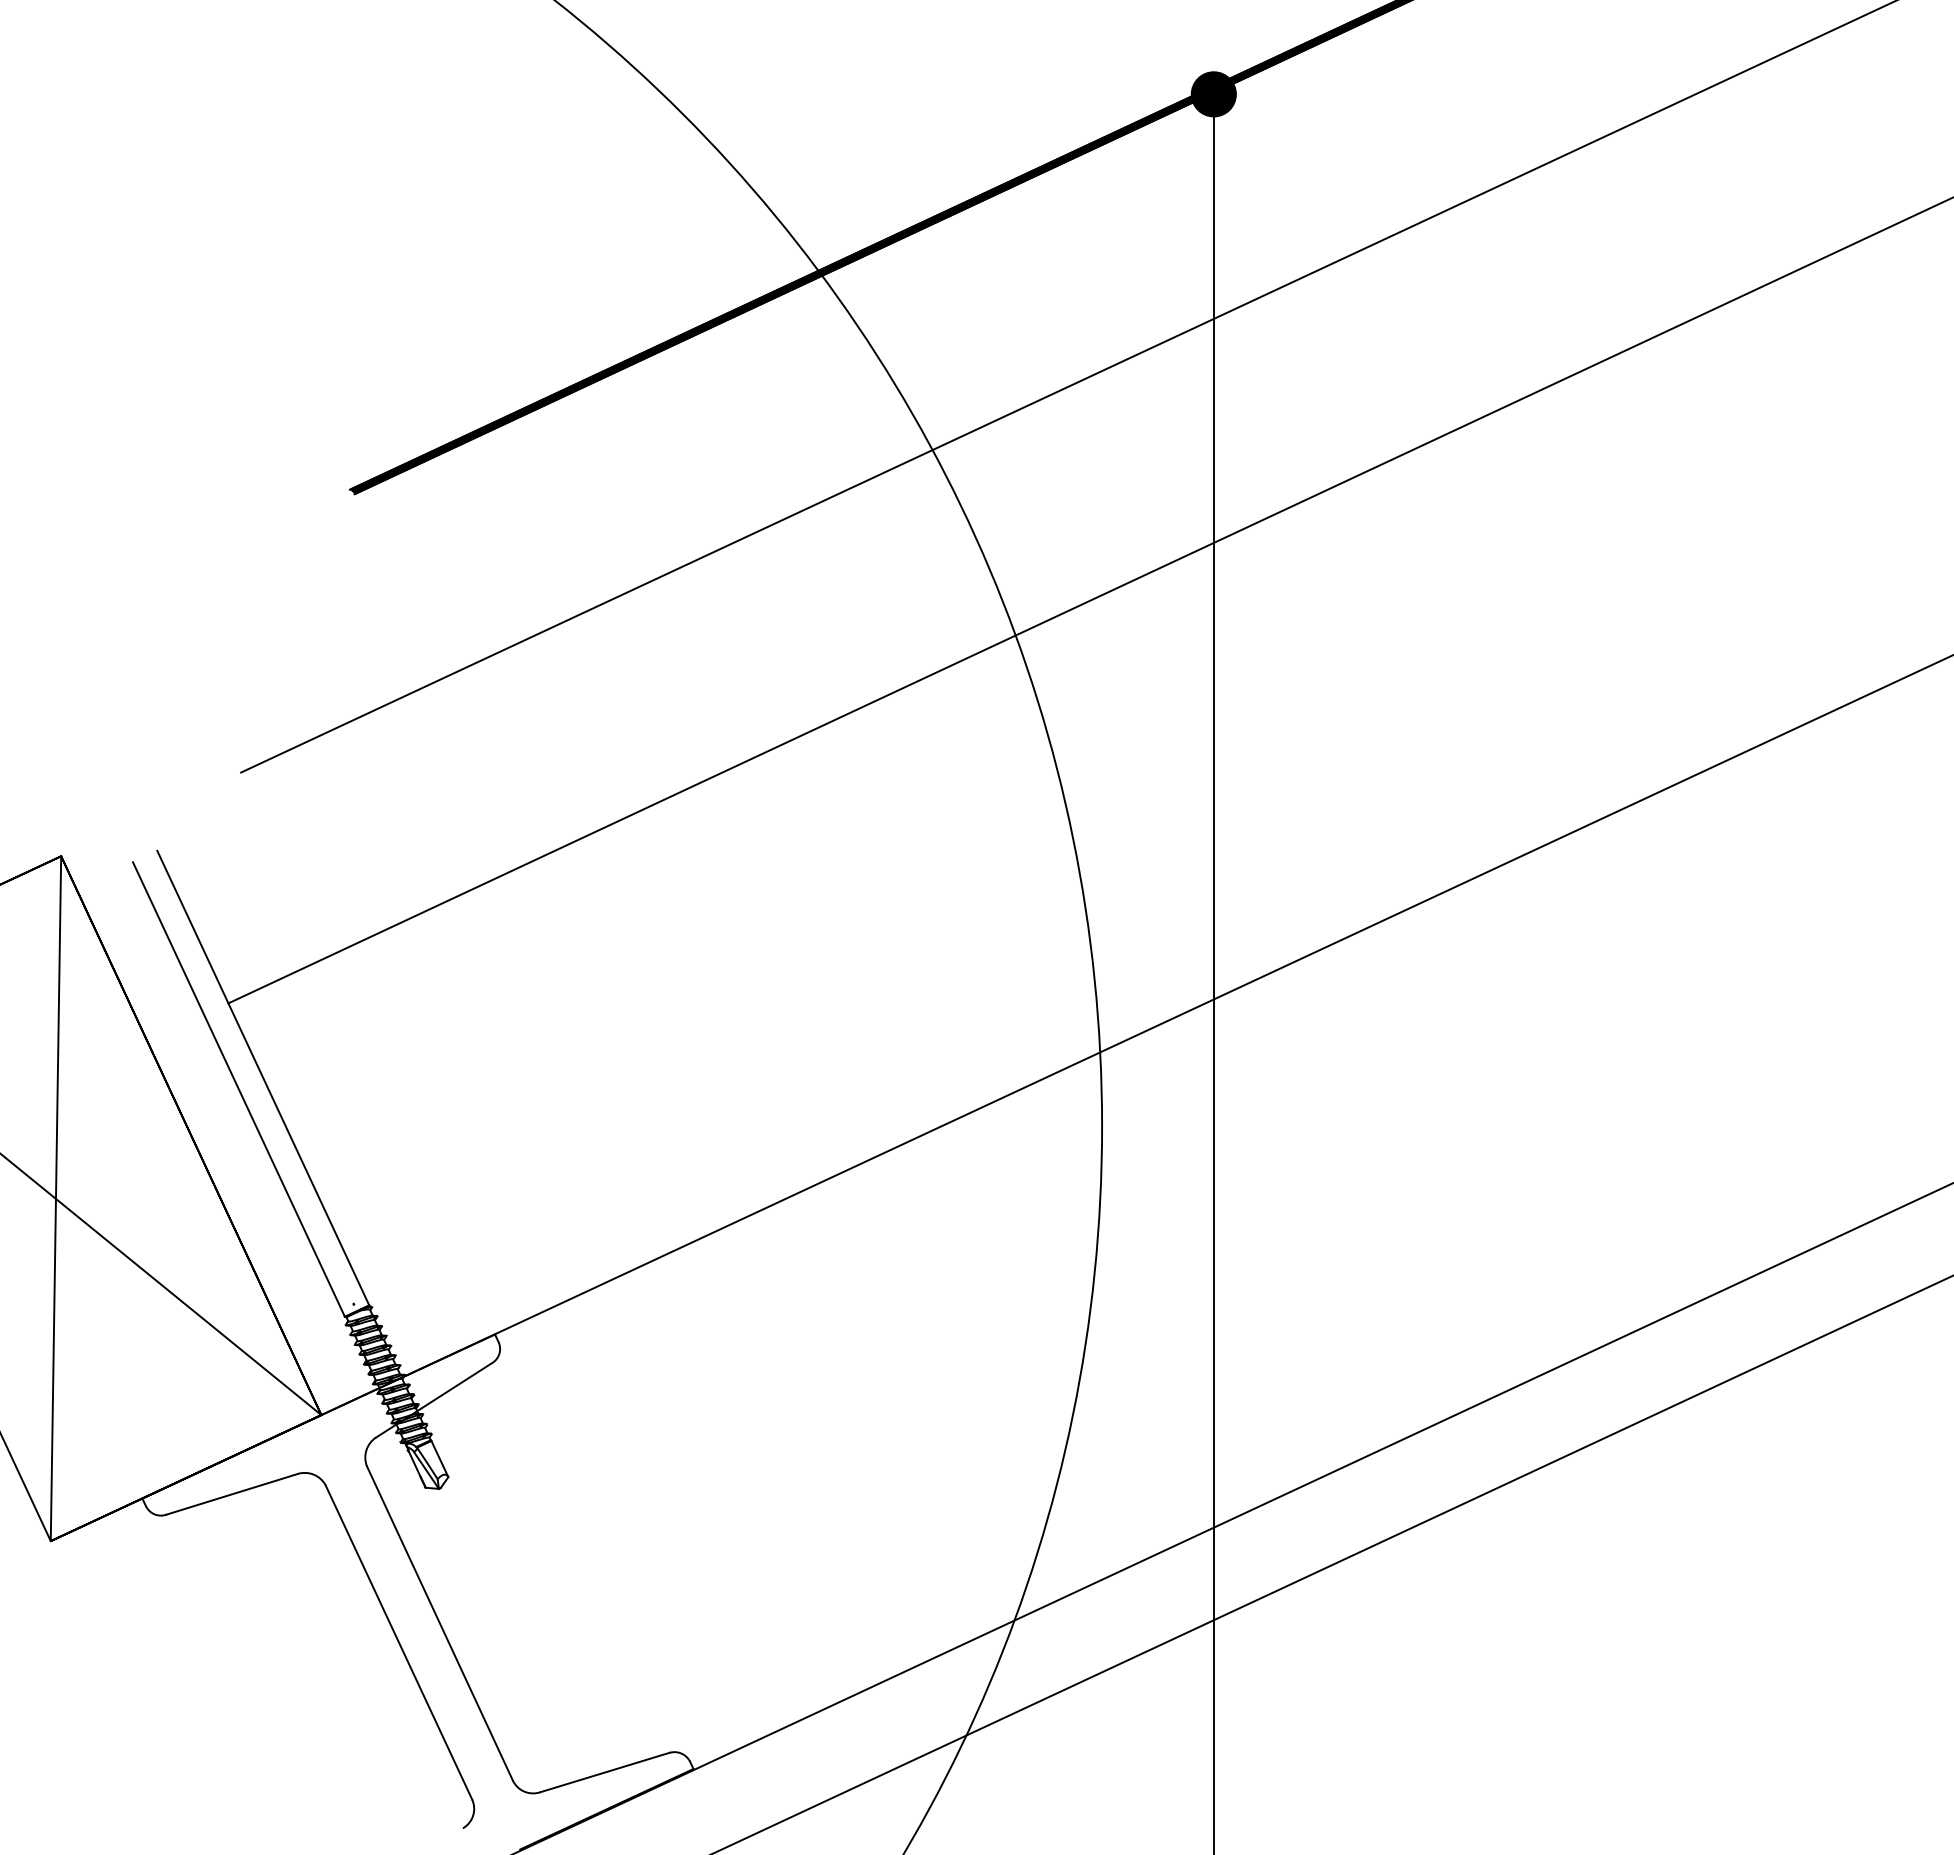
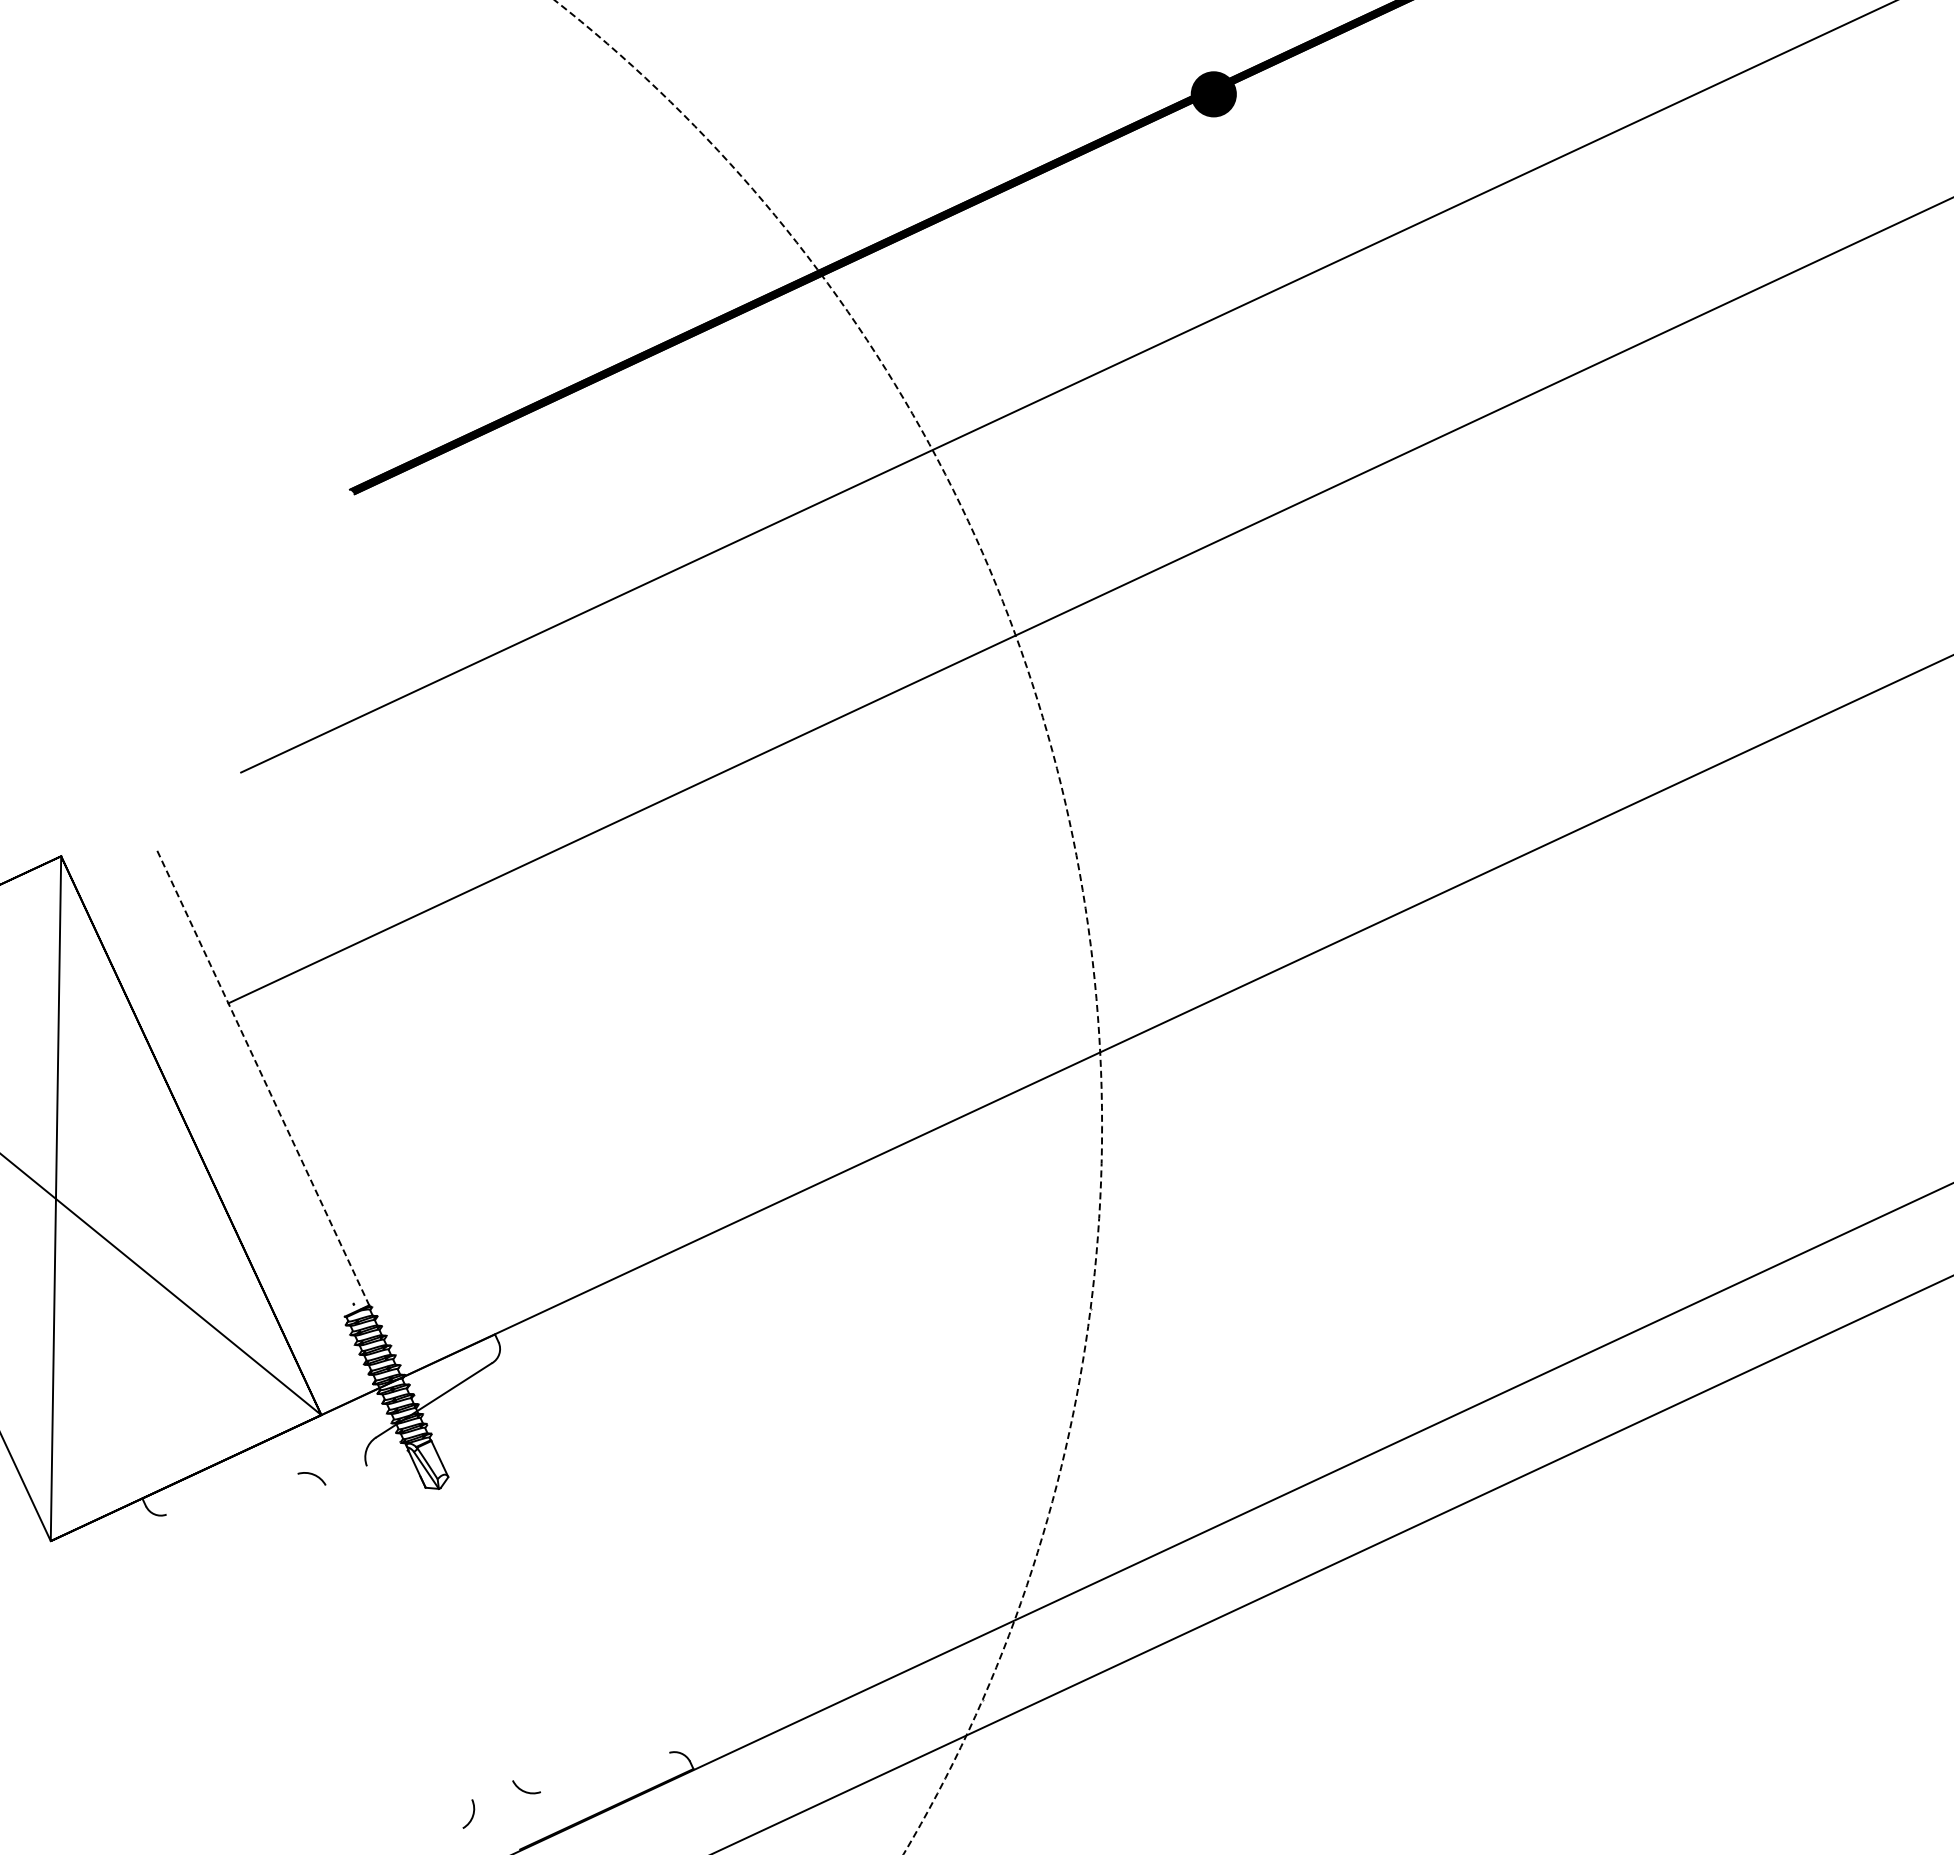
circle at (828, 927): solid -> dashed
line at (1213, 982): present -> none
line at (263, 1078): solid -> dashed
line at (238, 1089): present -> none
line at (231, 1494): present -> none
line at (439, 1623): present -> none
line at (398, 1642): present -> none
line at (604, 1772): present -> none
